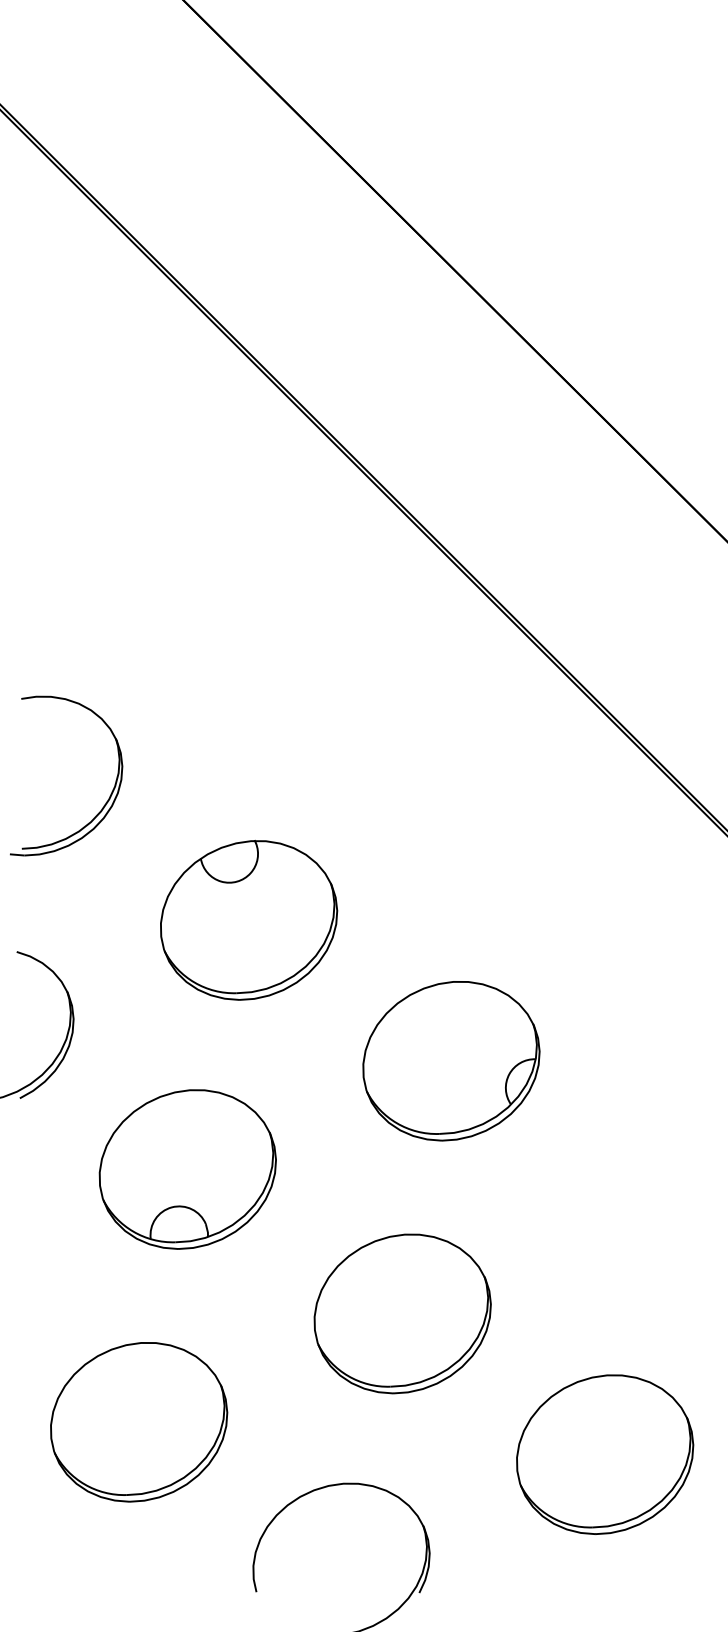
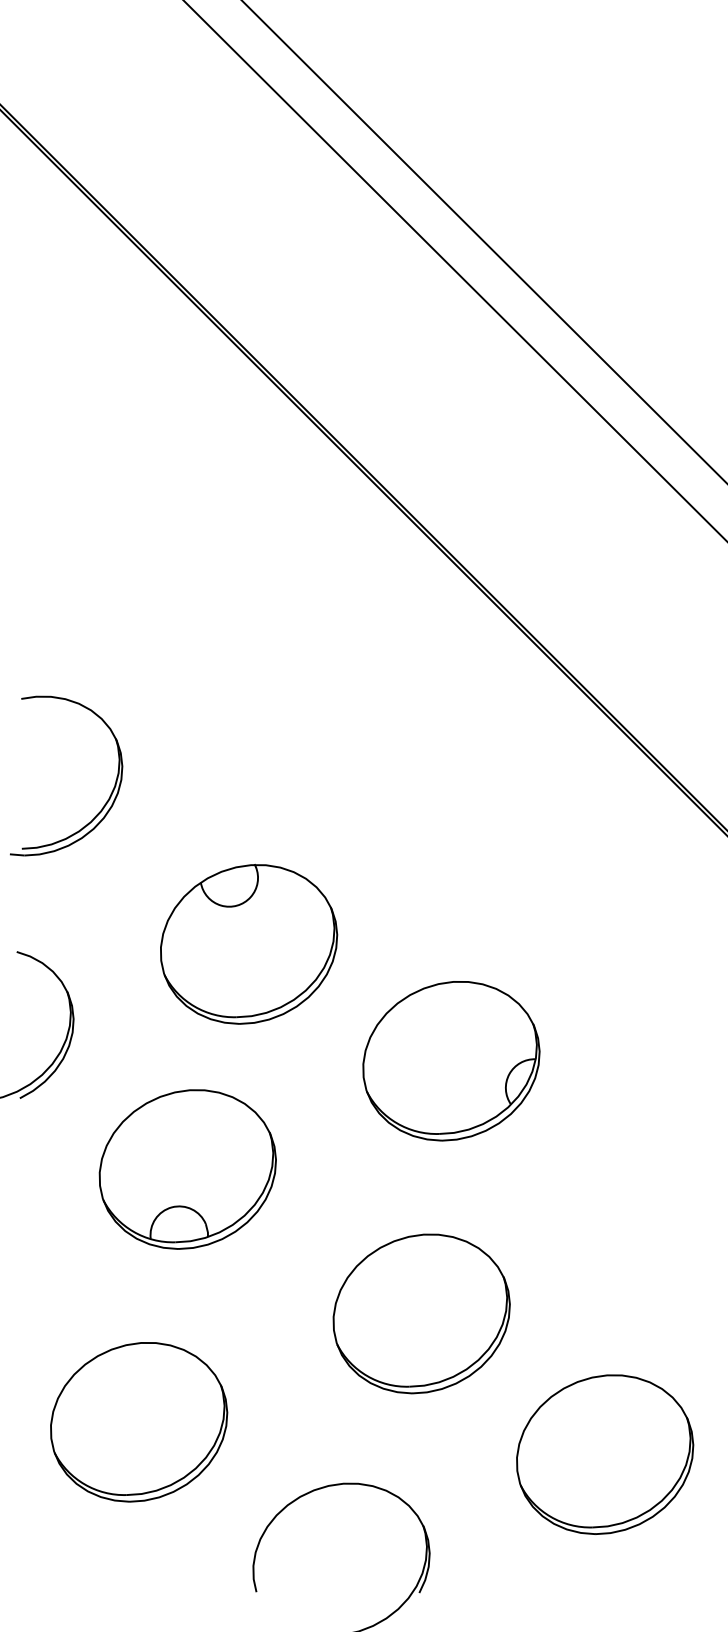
line at (454, 270) position: (454, 270) -> (483, 241)
part at (249, 920) position: (249, 920) -> (249, 944)
part at (402, 1313) position: (402, 1313) -> (421, 1313)
